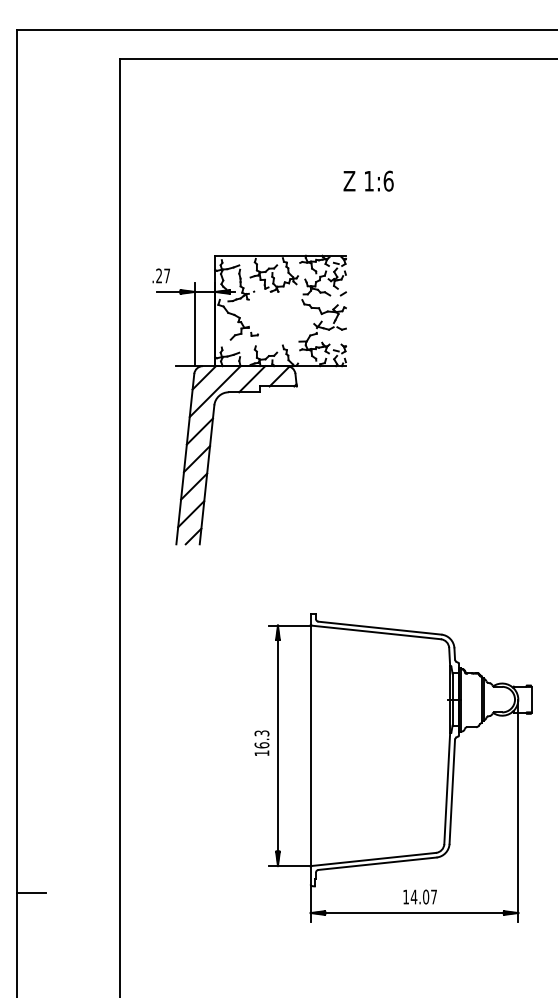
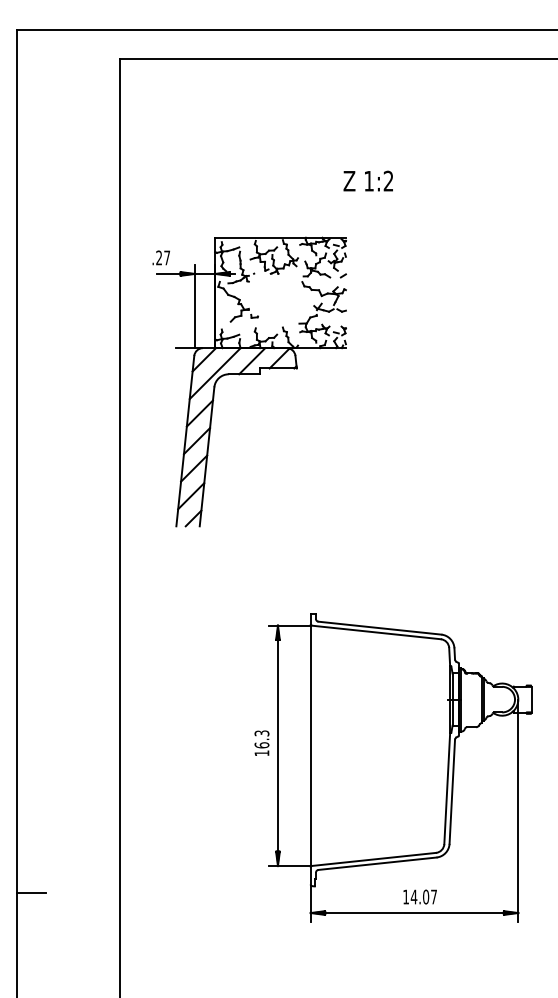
text at (388, 180): 1:6 -> 1:2
part at (249, 392) position: (249, 392) -> (249, 374)
